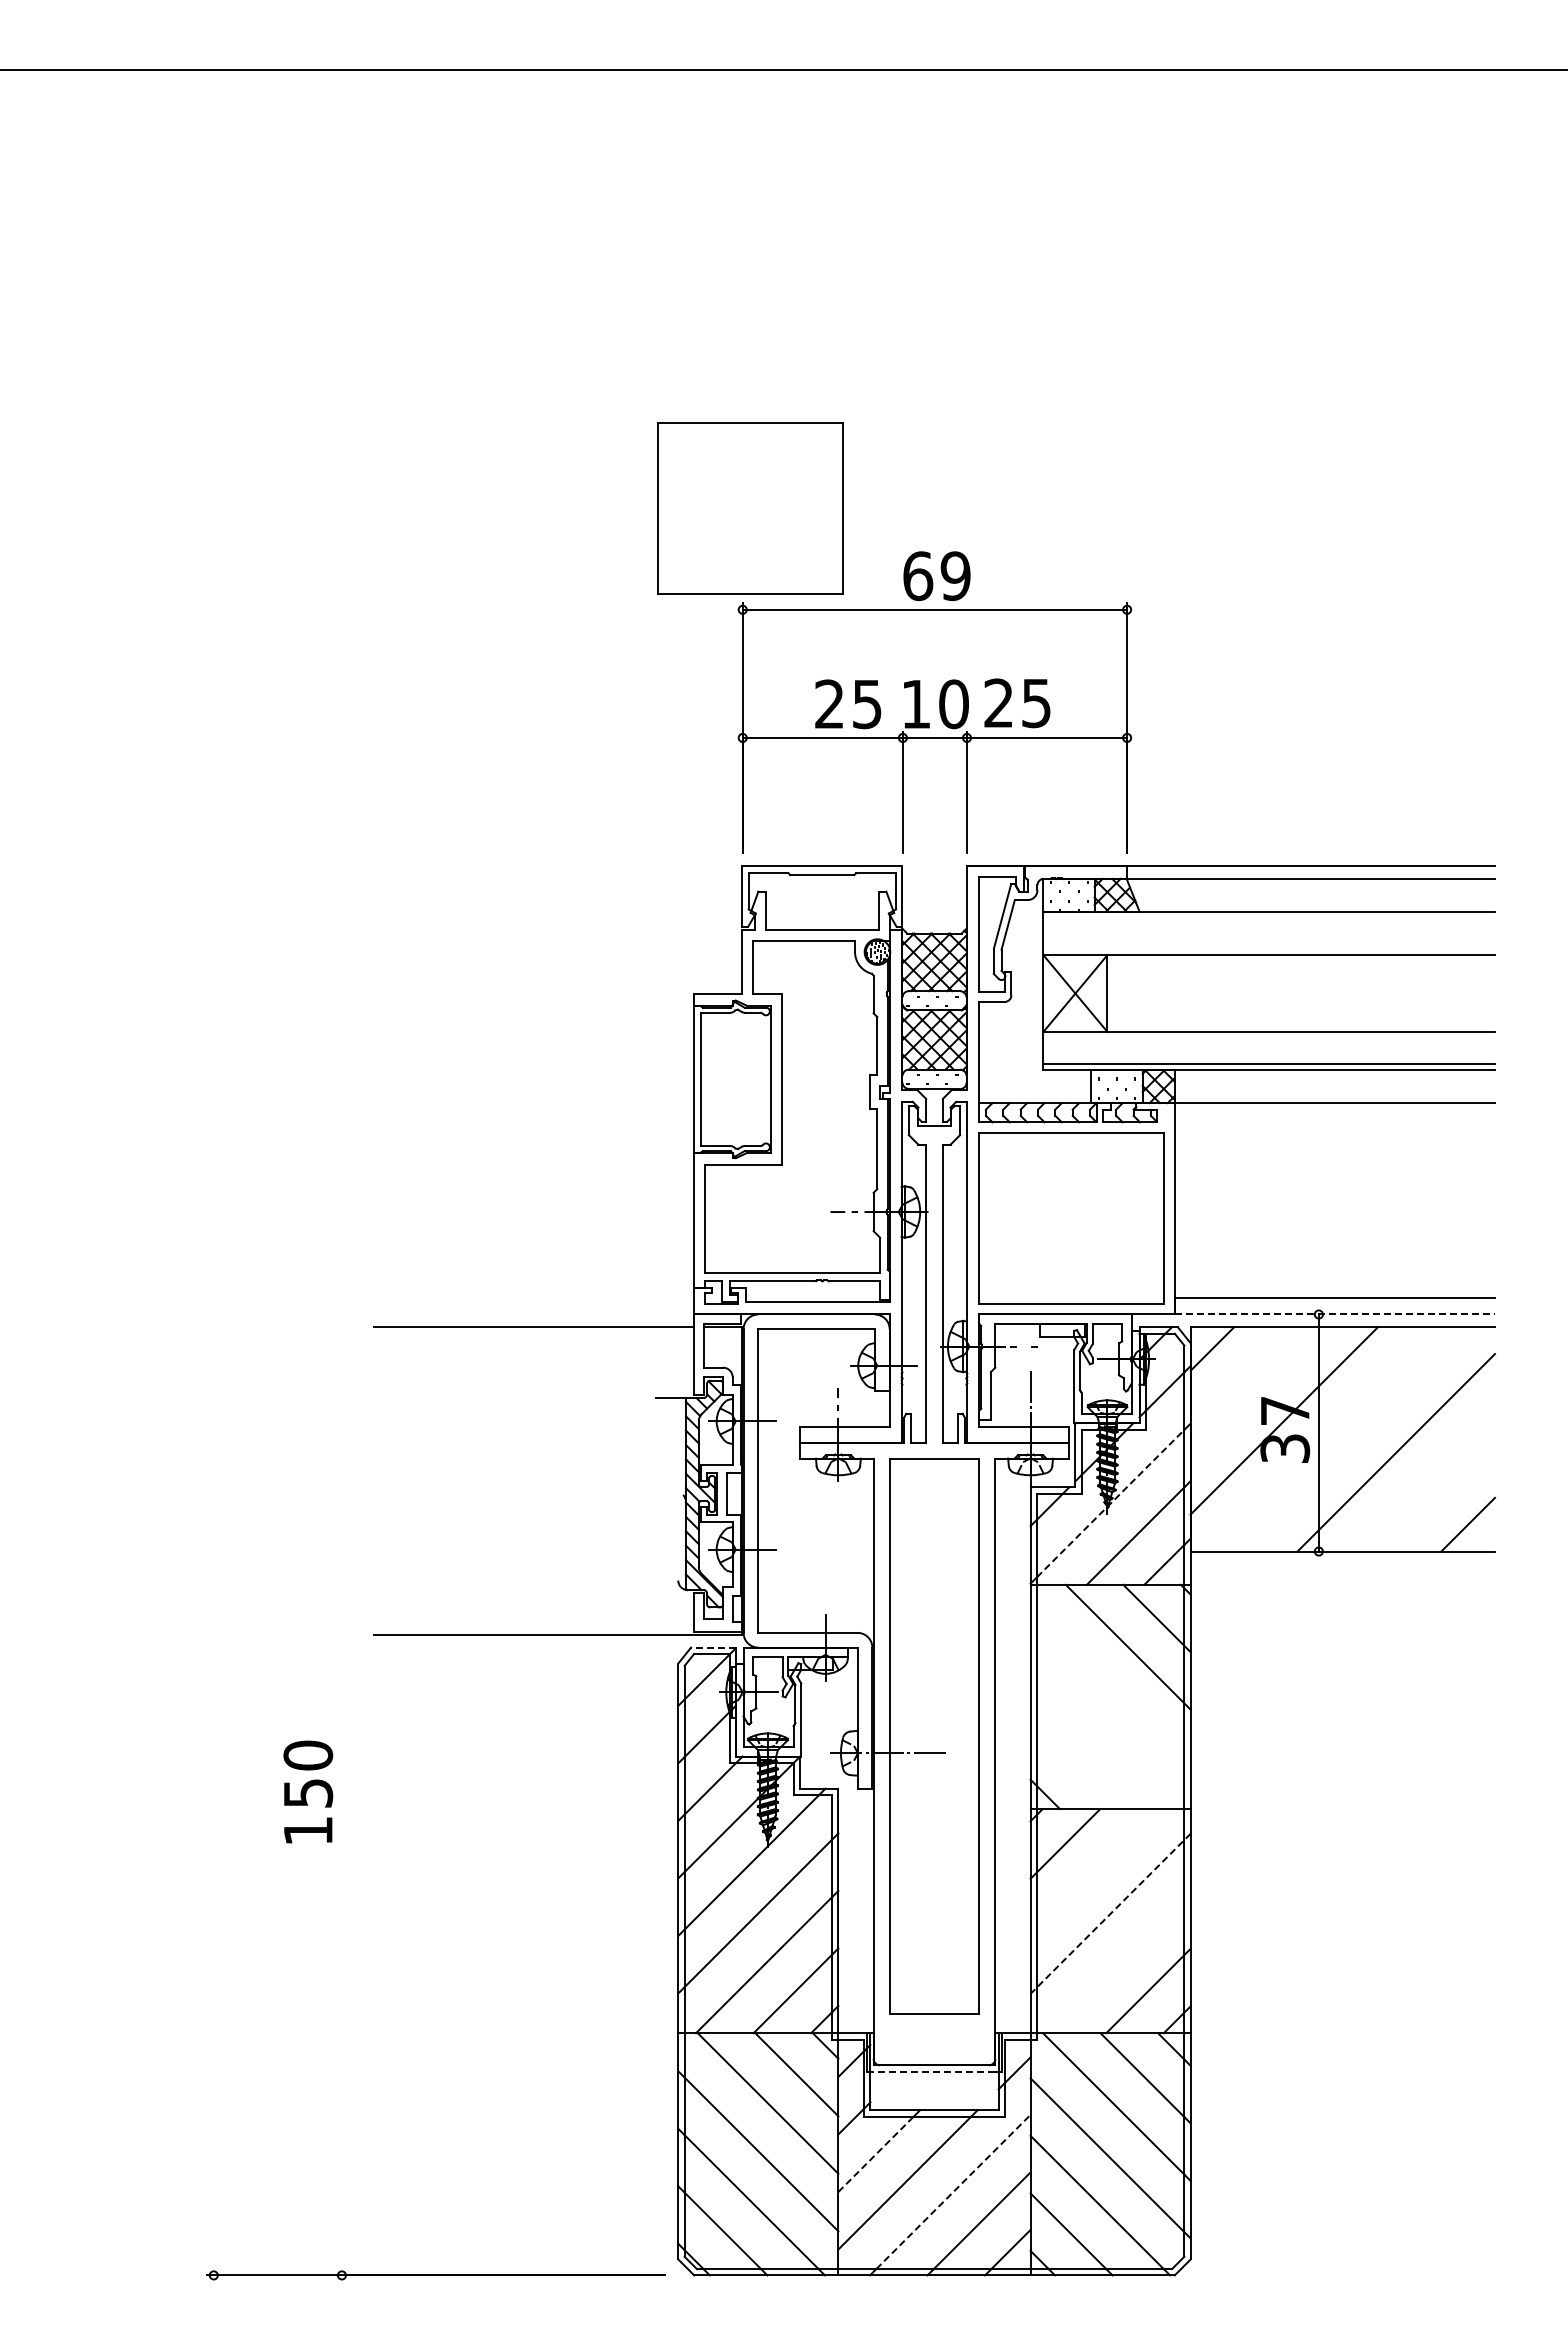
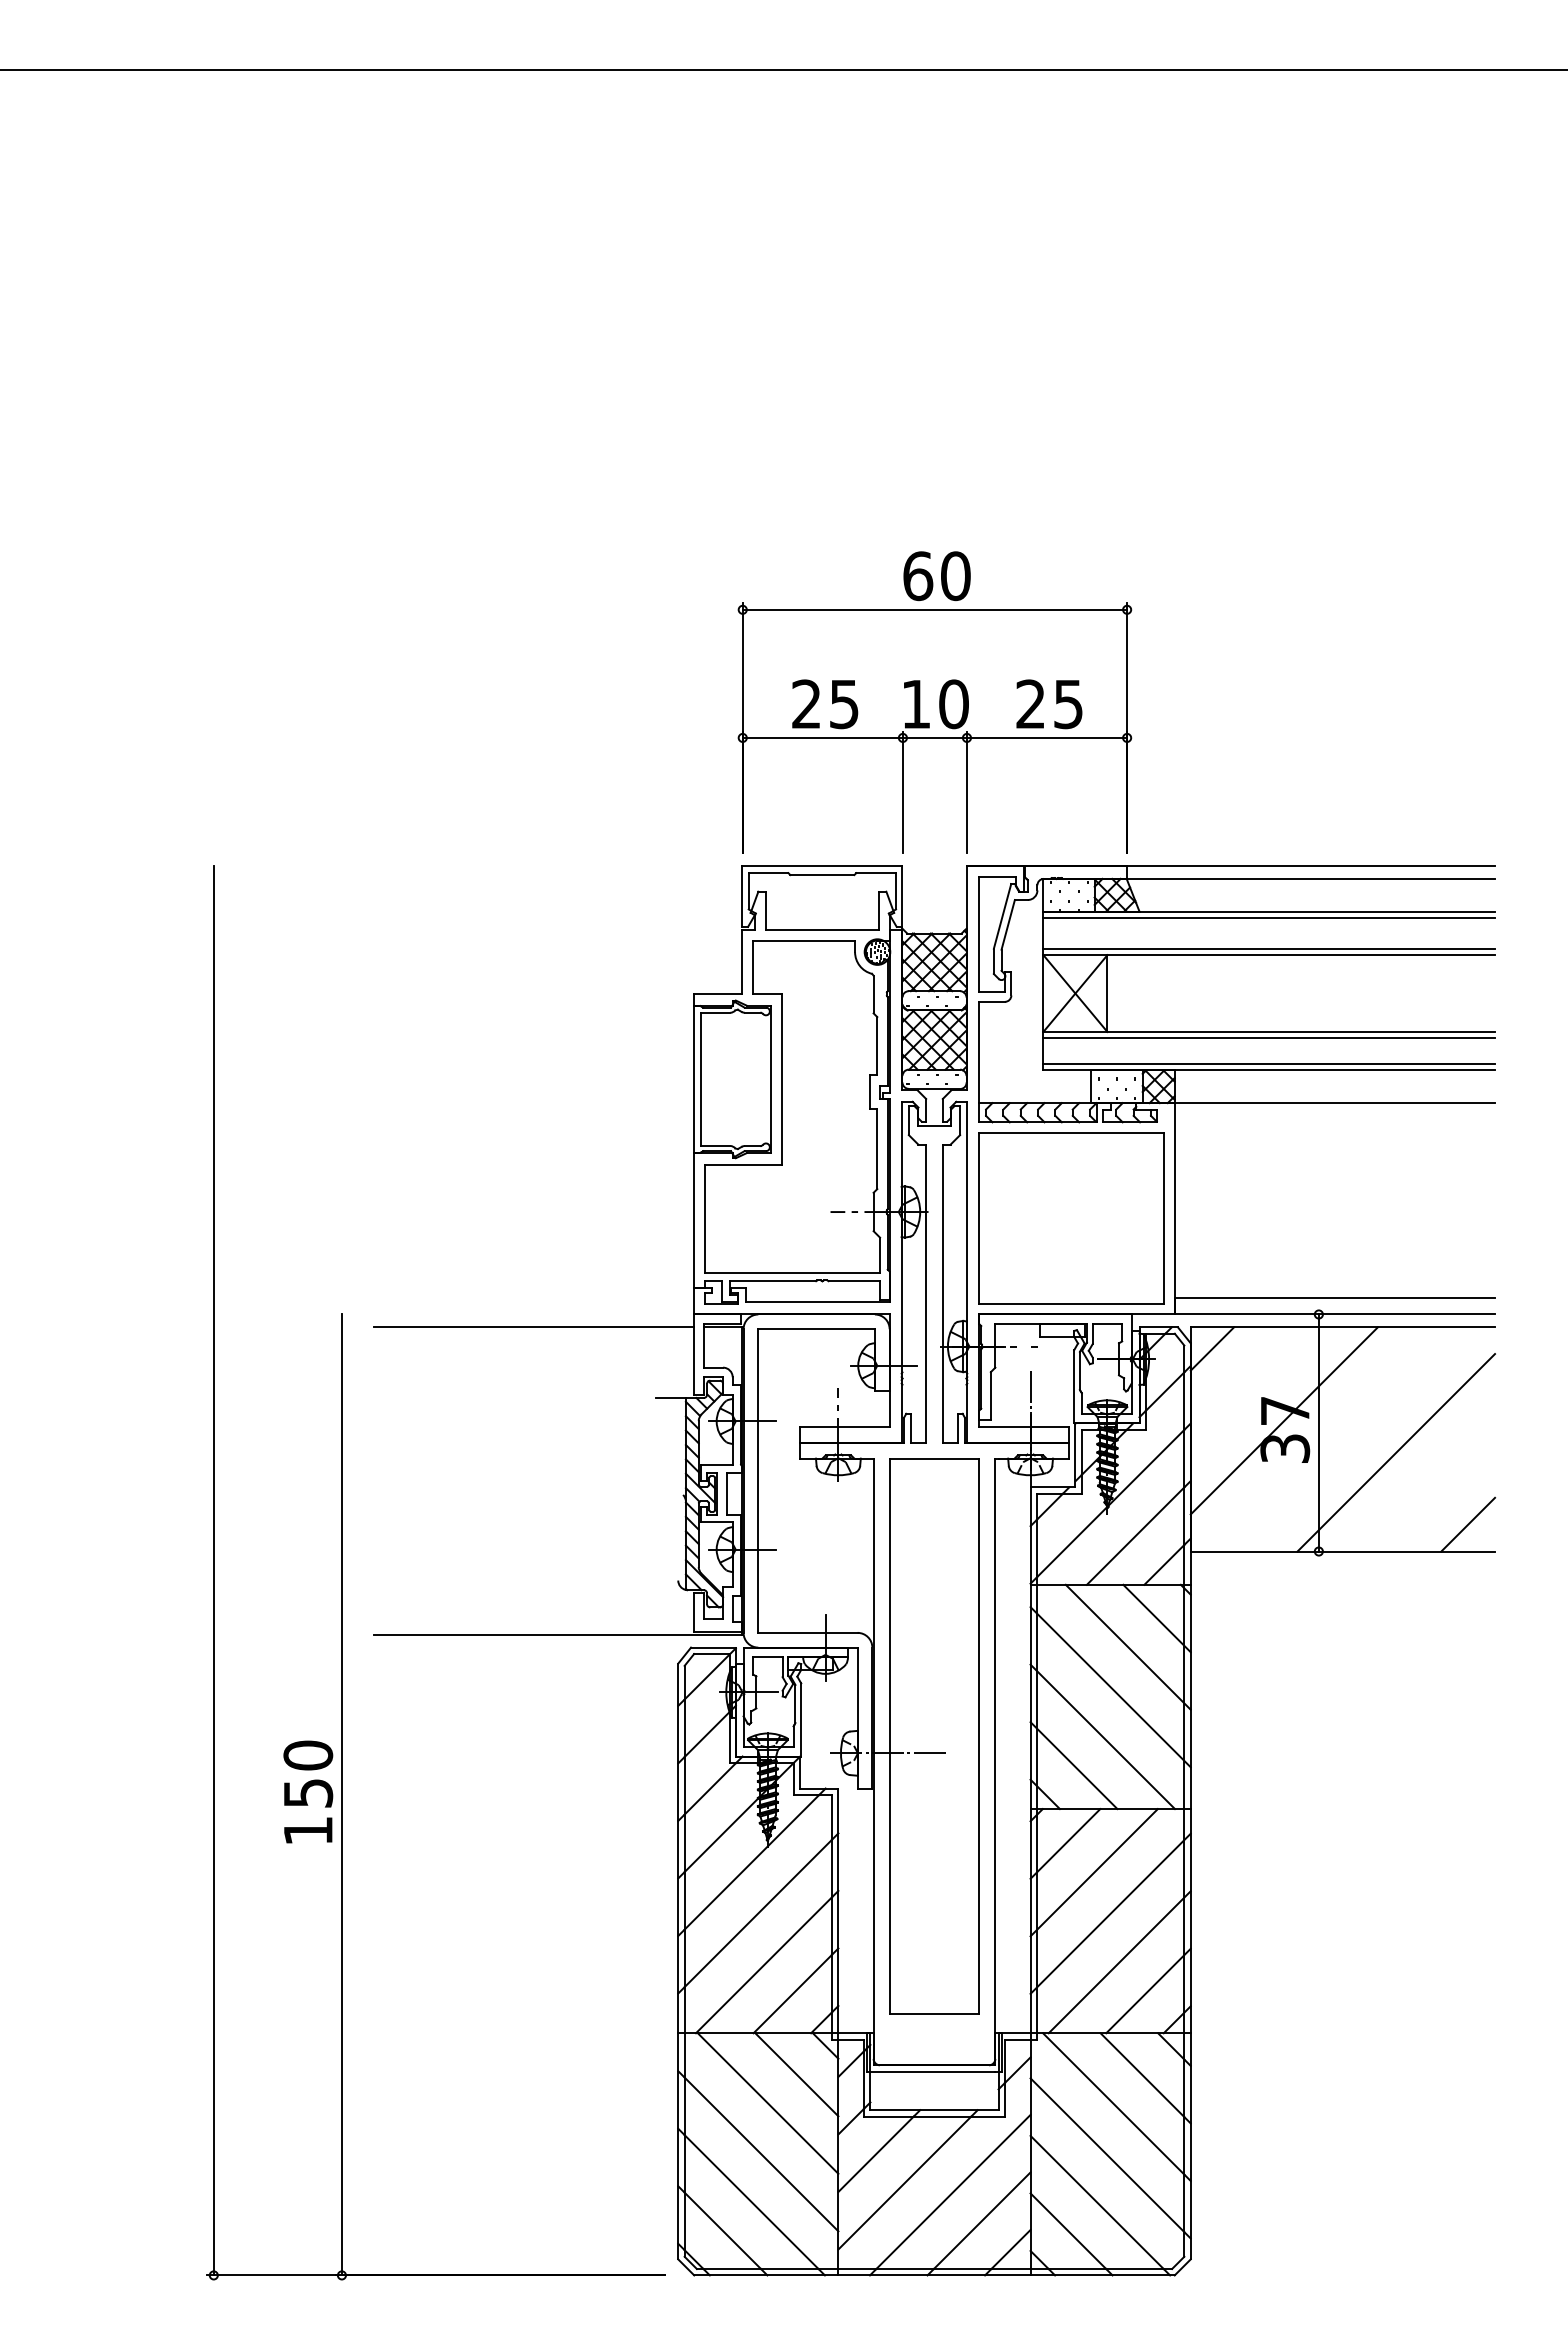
part at (750, 508): present -> none
text at (955, 576): 69 -> 60
text at (1017, 703) position: (1017, 703) -> (1049, 704)
text at (848, 704) position: (848, 704) -> (825, 704)
line at (1269, 917): none -> present
line at (1269, 948): none -> present
line at (1269, 1038): none -> present
line at (1335, 1314): dashed -> solid
line at (1111, 1503): dashed -> solid
line at (213, 1570): none -> present
line at (712, 1647): dashed -> solid
line at (1110, 1687): none -> present
line at (1102, 1736): none -> present
line at (1073, 1765): none -> present
line at (341, 1794): none -> present
line at (1093, 1872): none -> present
line at (1110, 1914): dashed -> solid
line at (1119, 1962): none -> present
line at (931, 2071): dashed -> solid
line at (876, 2153): dashed -> solid
line at (953, 2191): dashed -> solid
